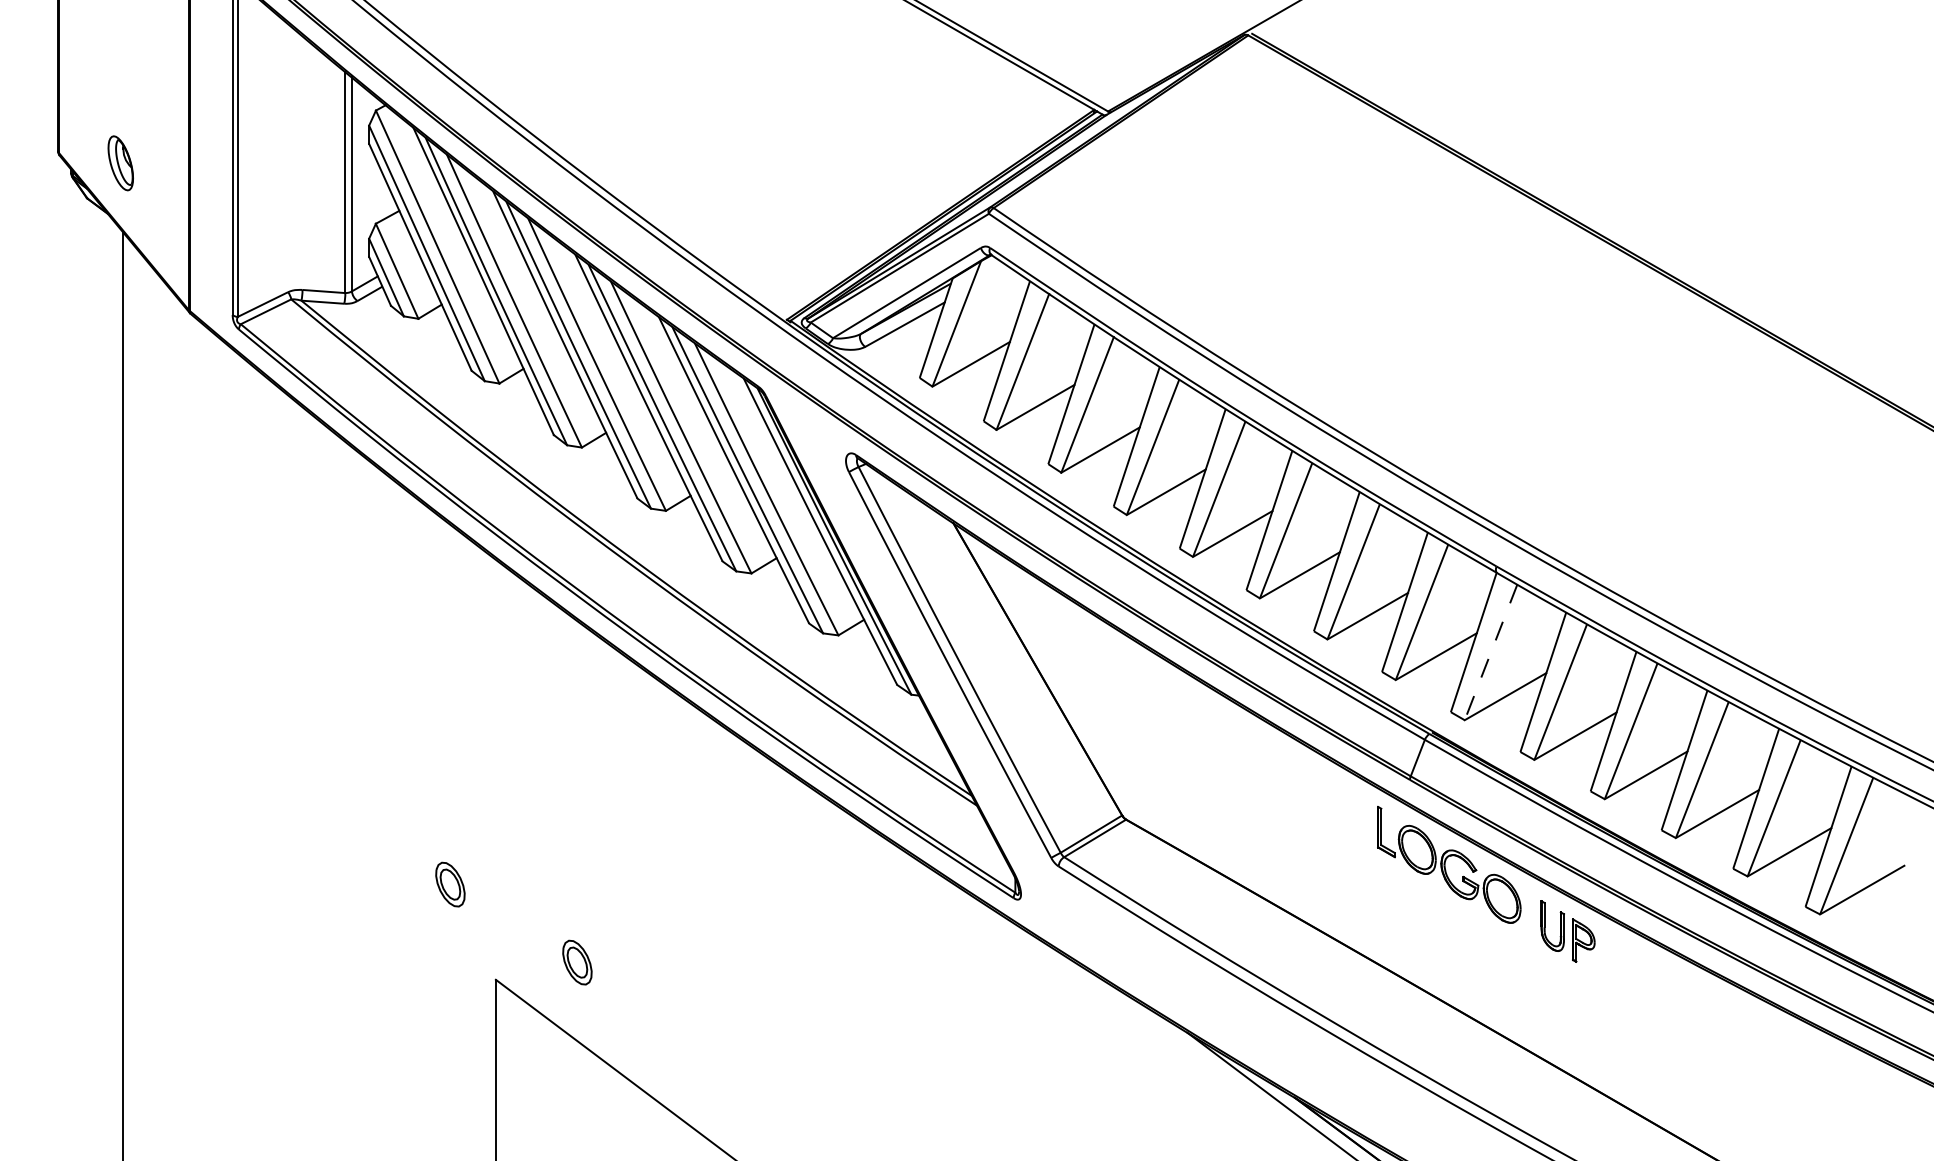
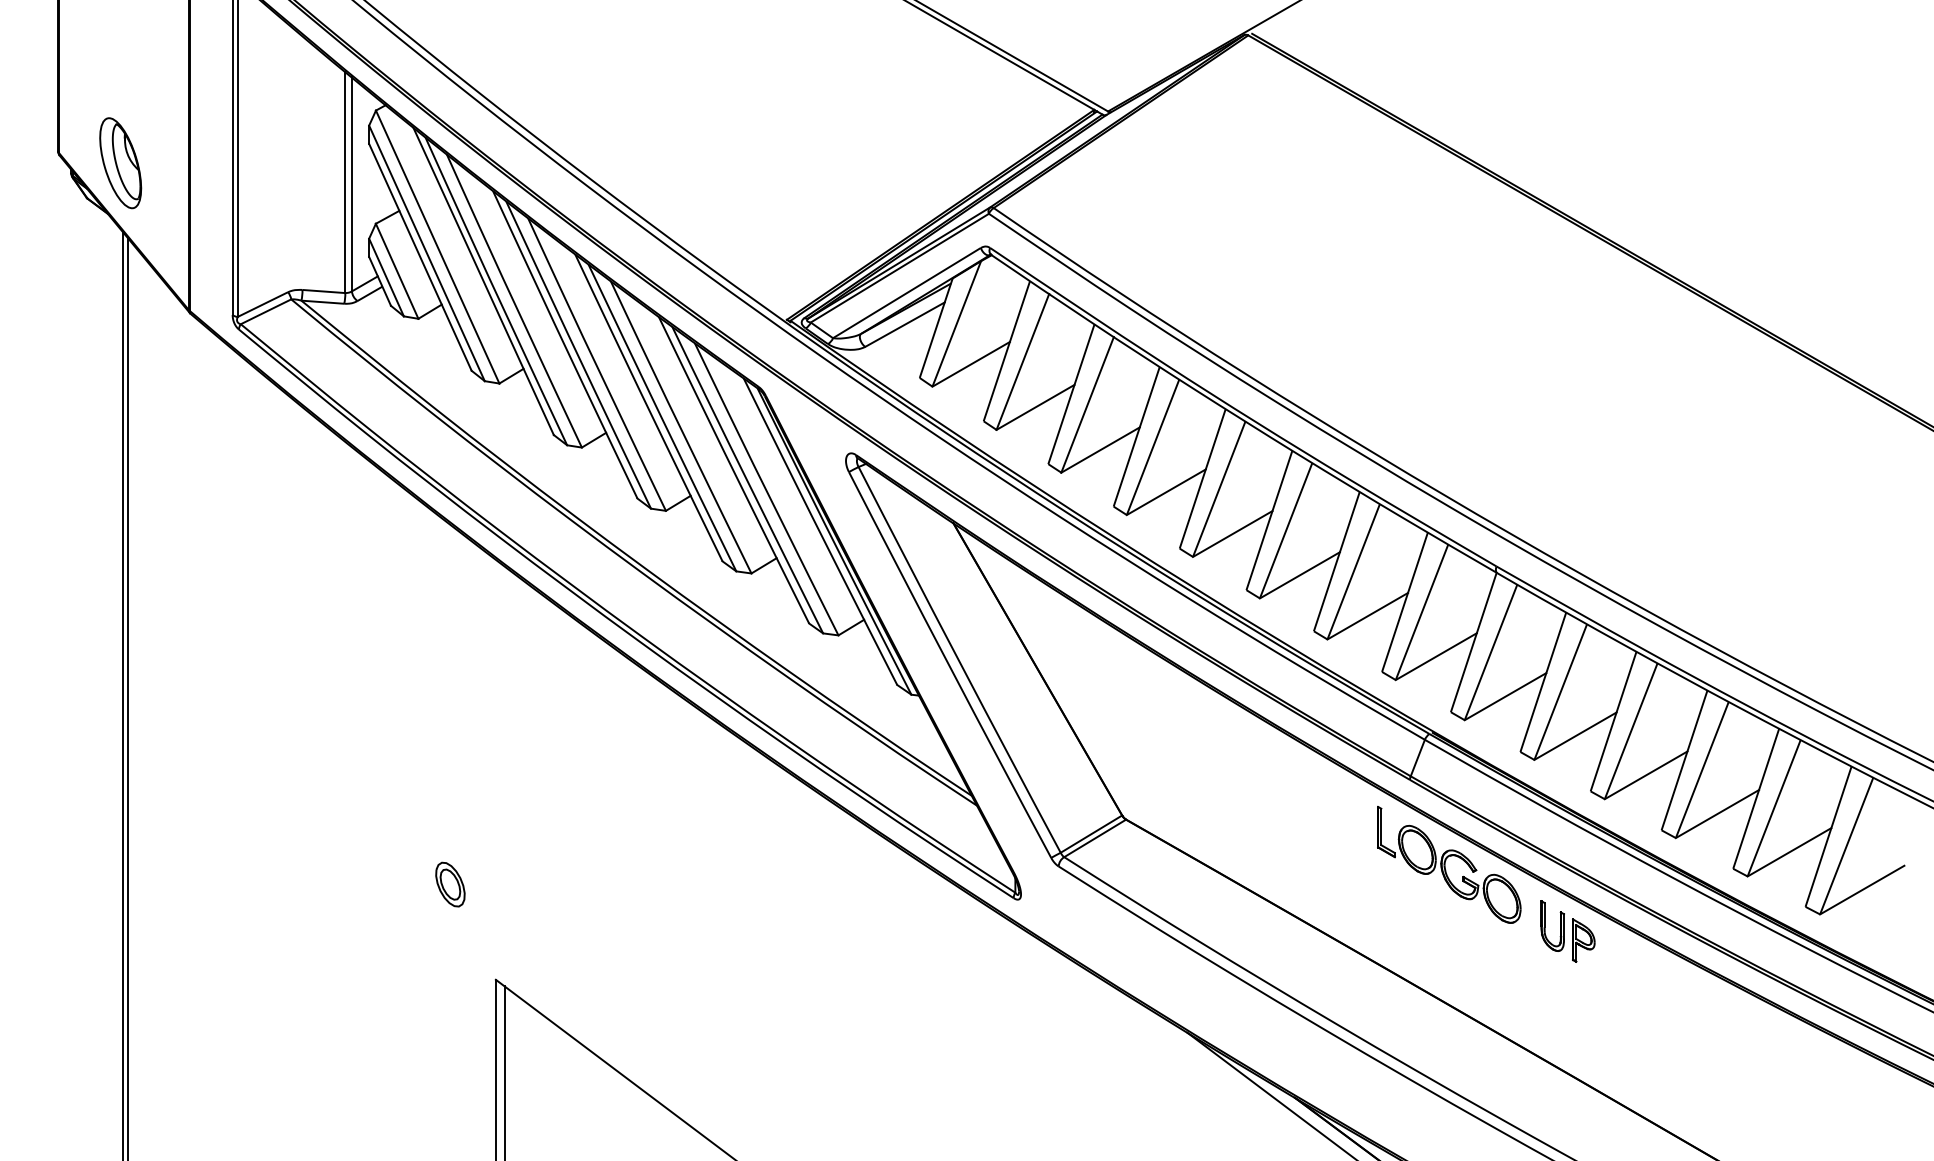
part at (120, 163) size: 27x57 px -> 44x93 px
line at (1491, 651): dashed -> solid
line at (127, 697): none -> present
part at (577, 962): present -> none
line at (504, 1071): none -> present
